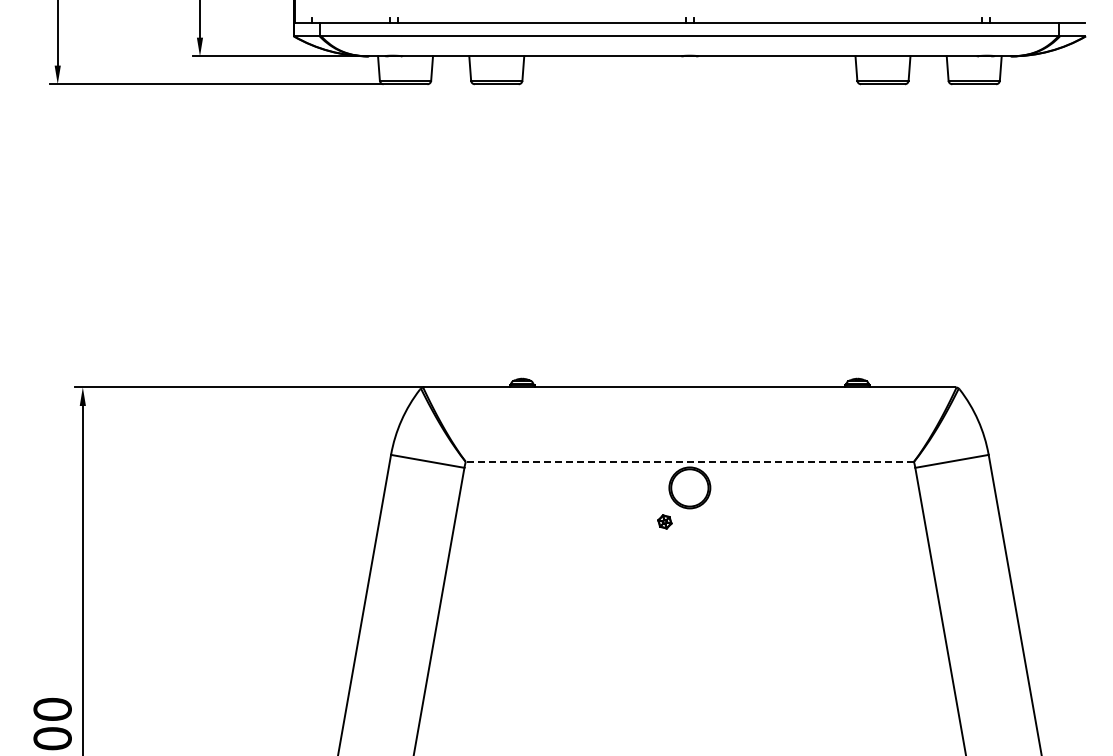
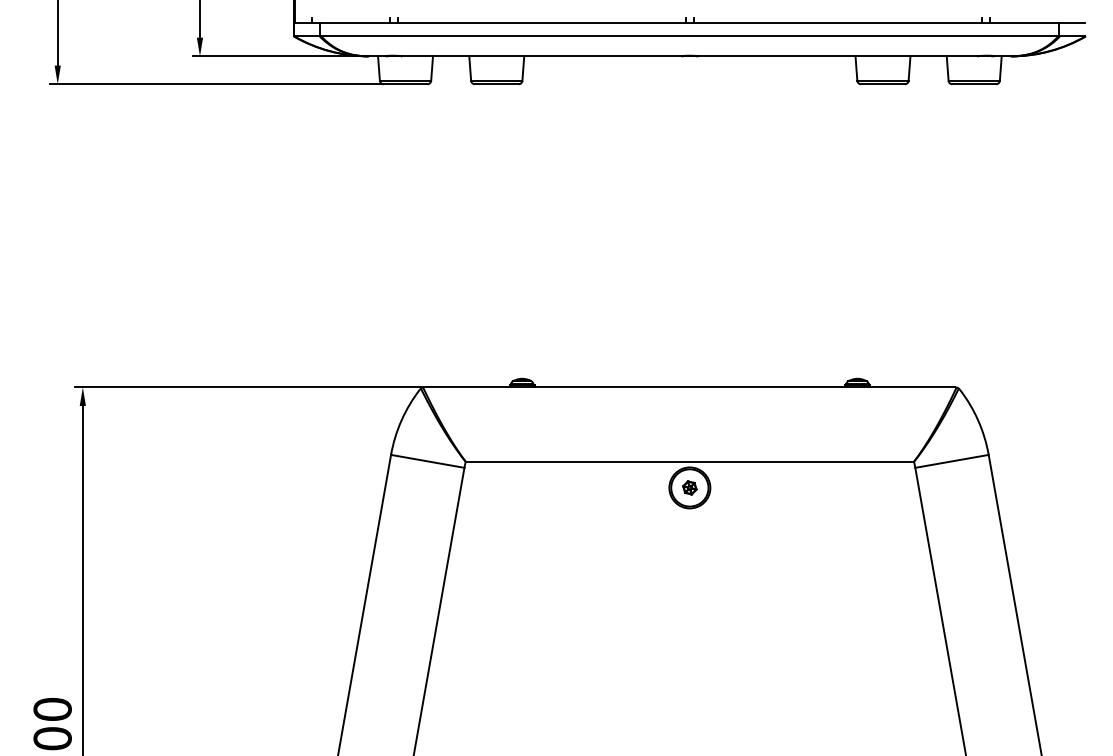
line at (689, 461): dashed -> solid
part at (664, 521) position: (664, 521) -> (689, 487)
